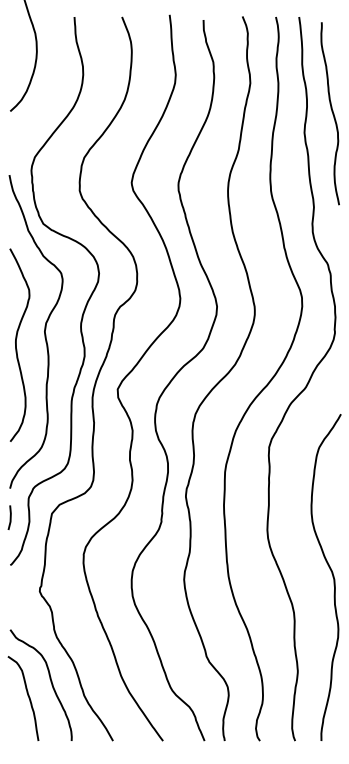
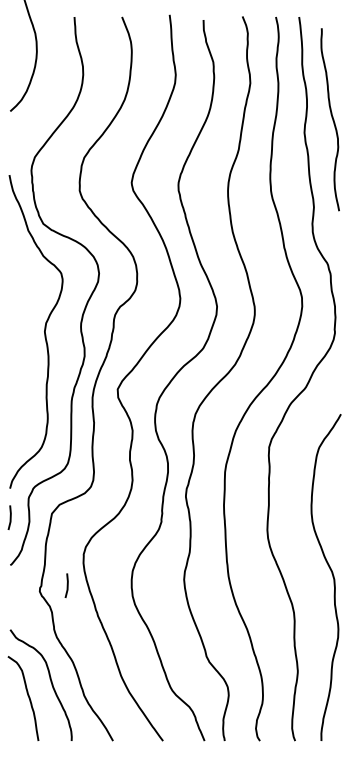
curve at (331, 111) position: (331, 111) -> (331, 117)
curve at (16, 344): present -> none
line at (66, 585): none -> present
